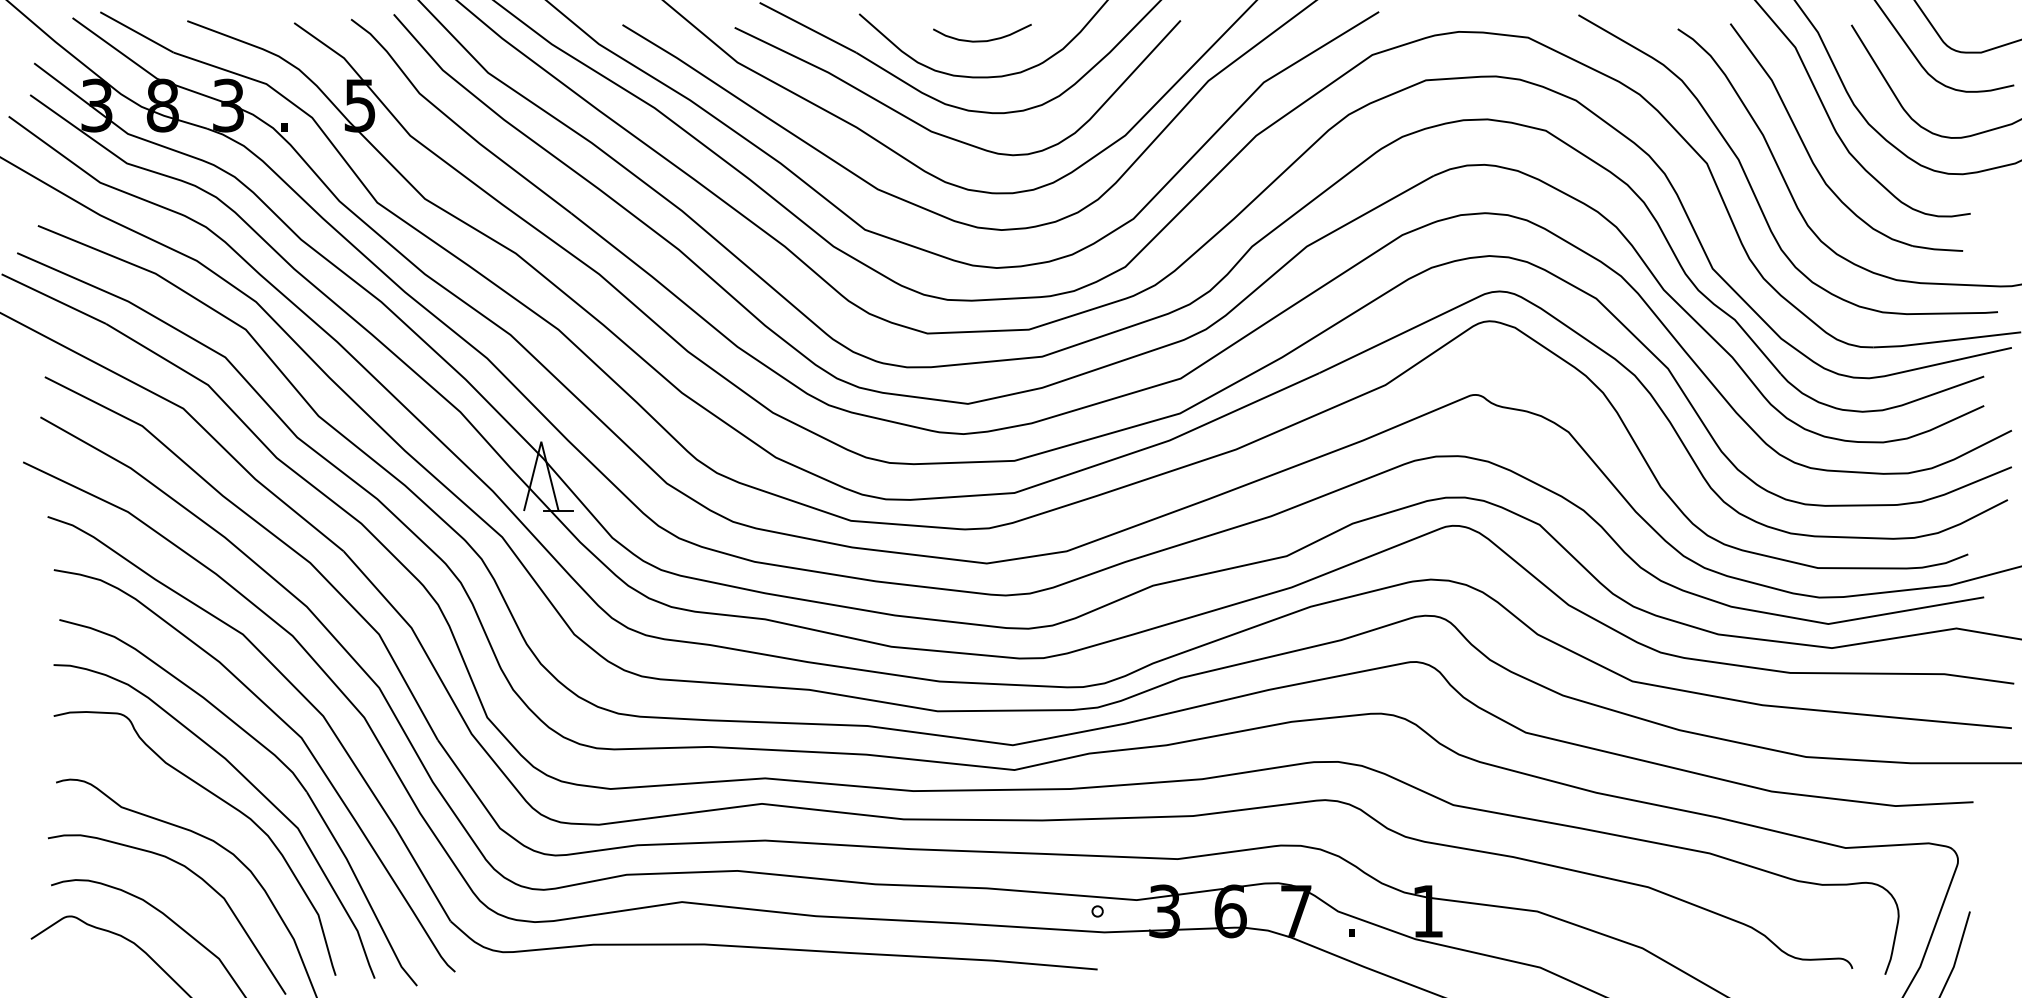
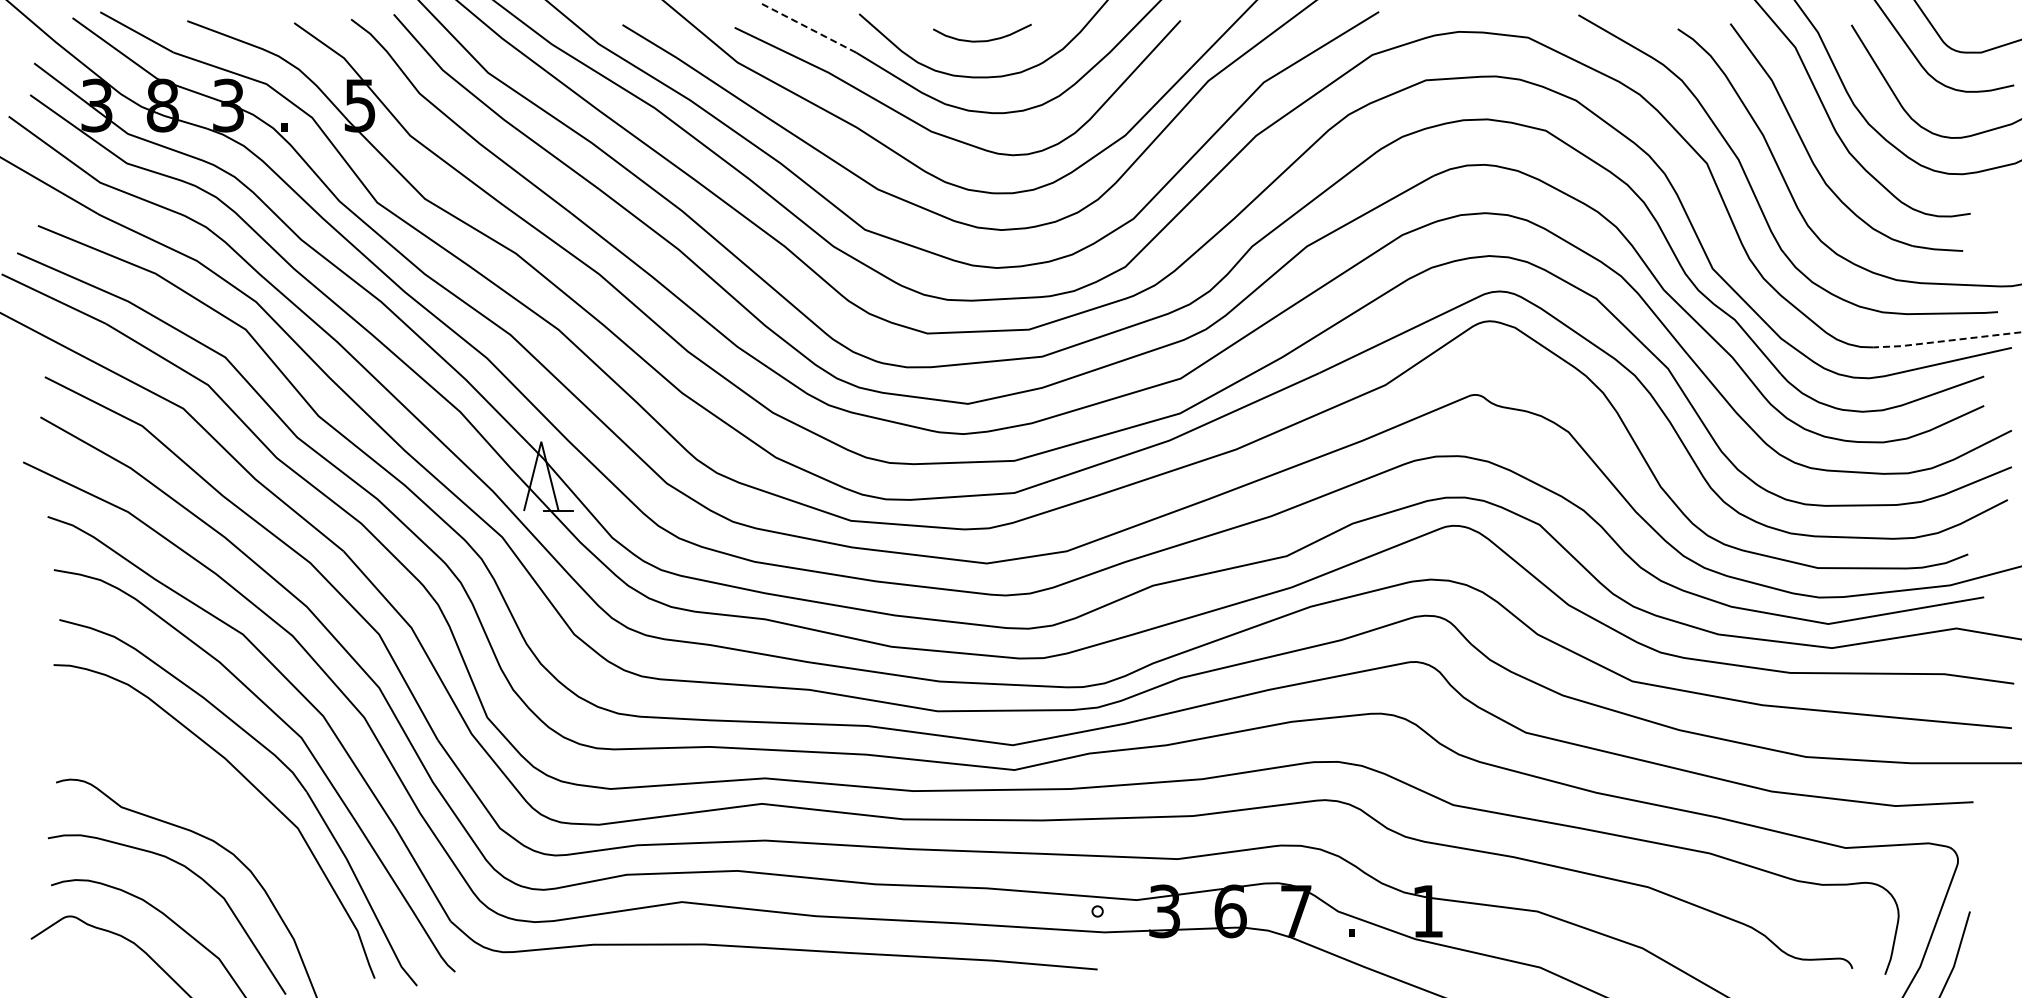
line at (807, 27): solid -> dashed
line at (1946, 340): solid -> dashed
curve at (222, 801): present -> none
